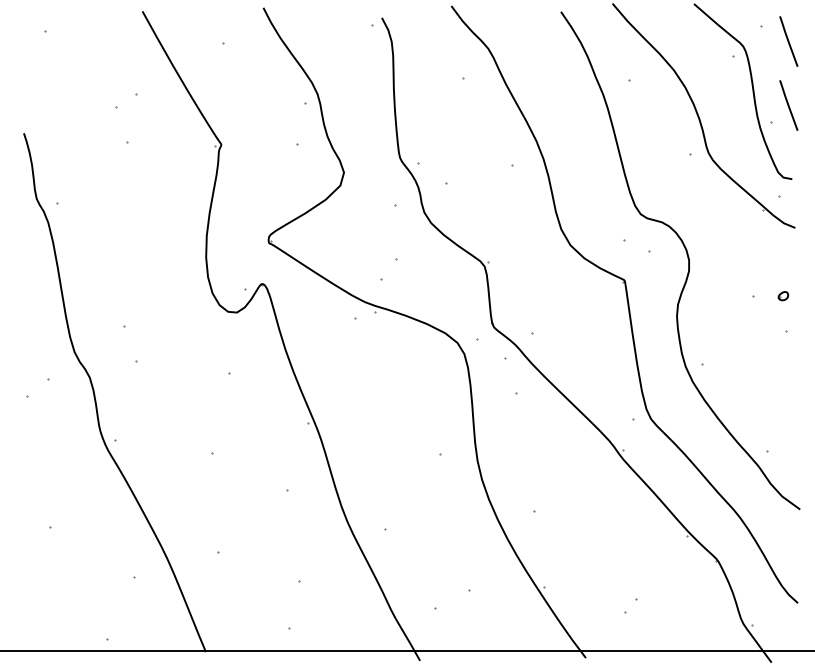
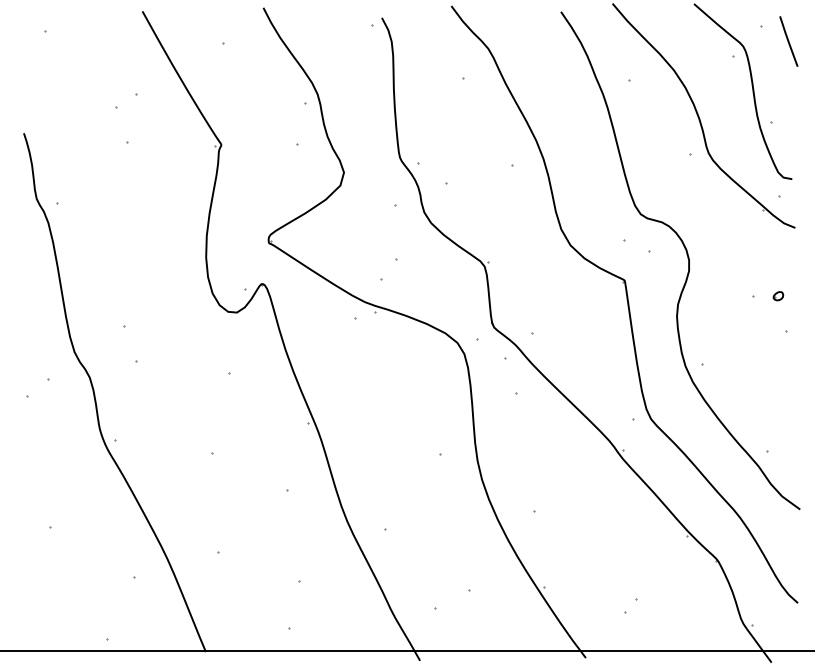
line at (788, 105): present -> none
part at (783, 296) position: (783, 296) -> (778, 296)
